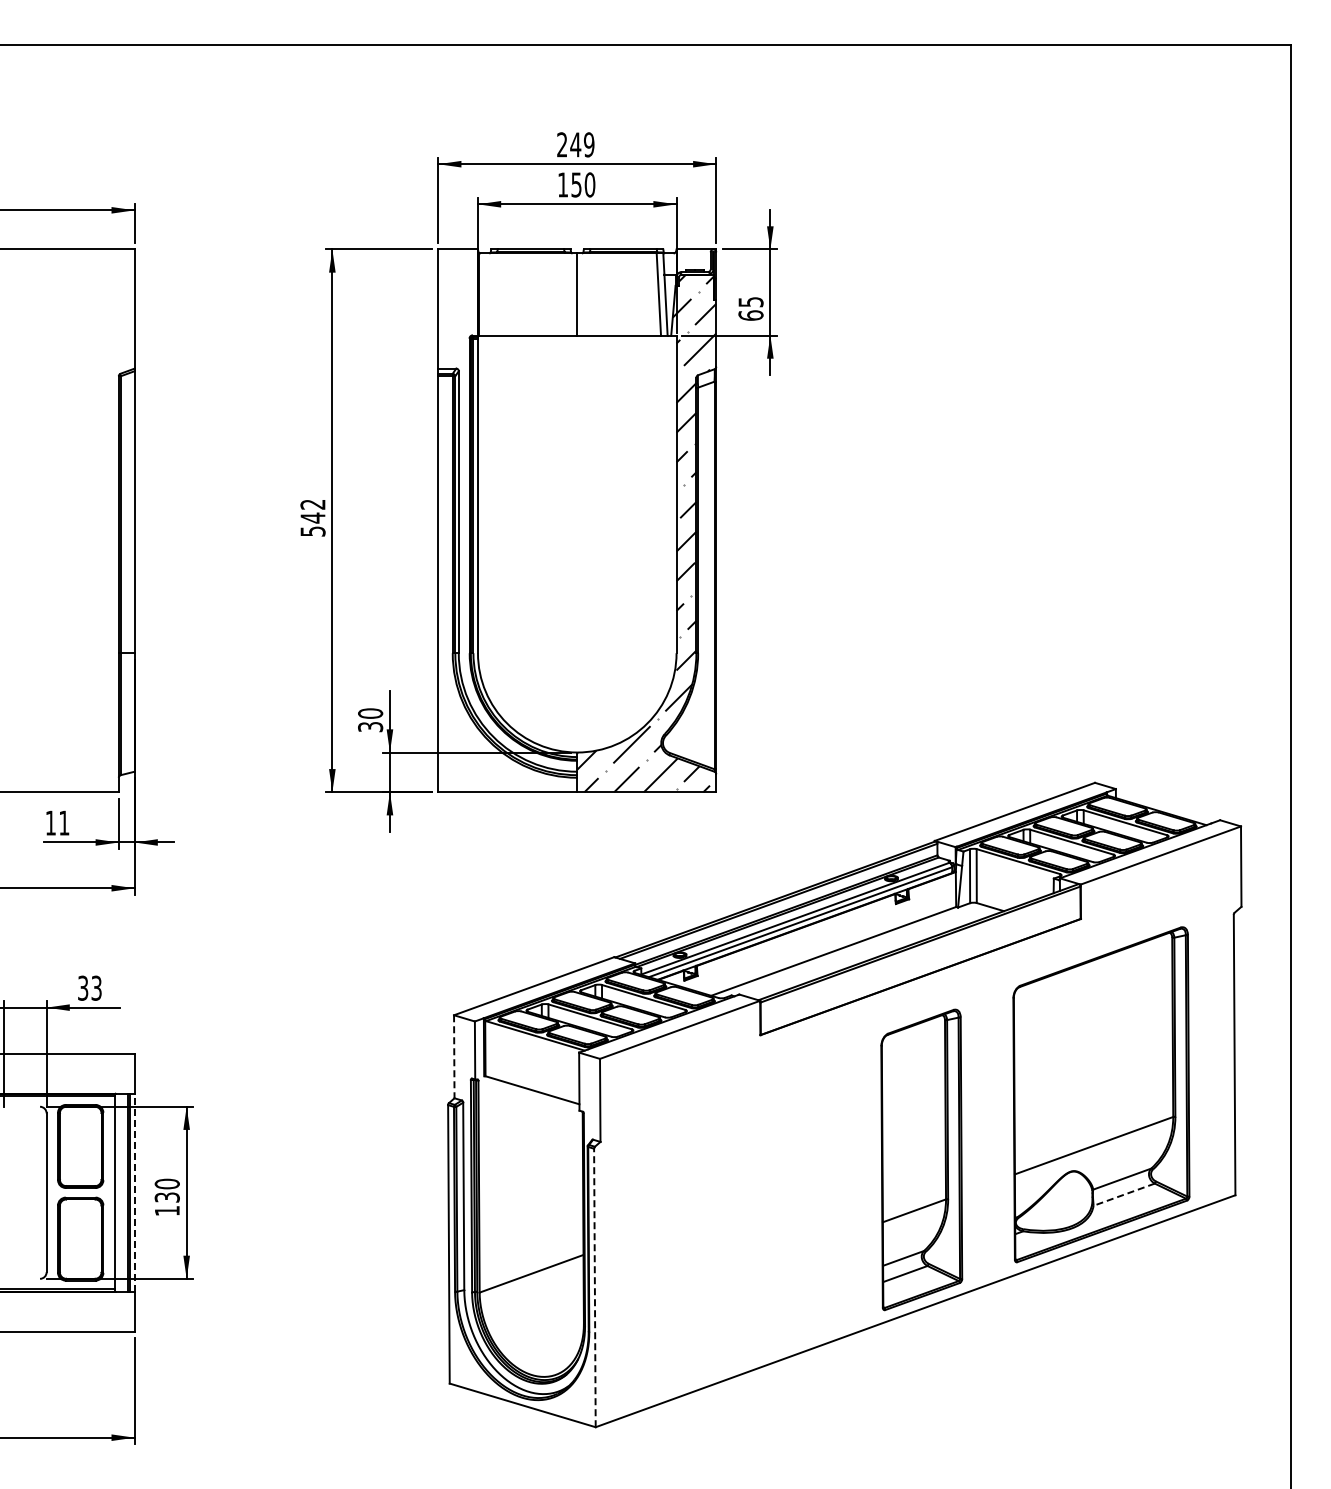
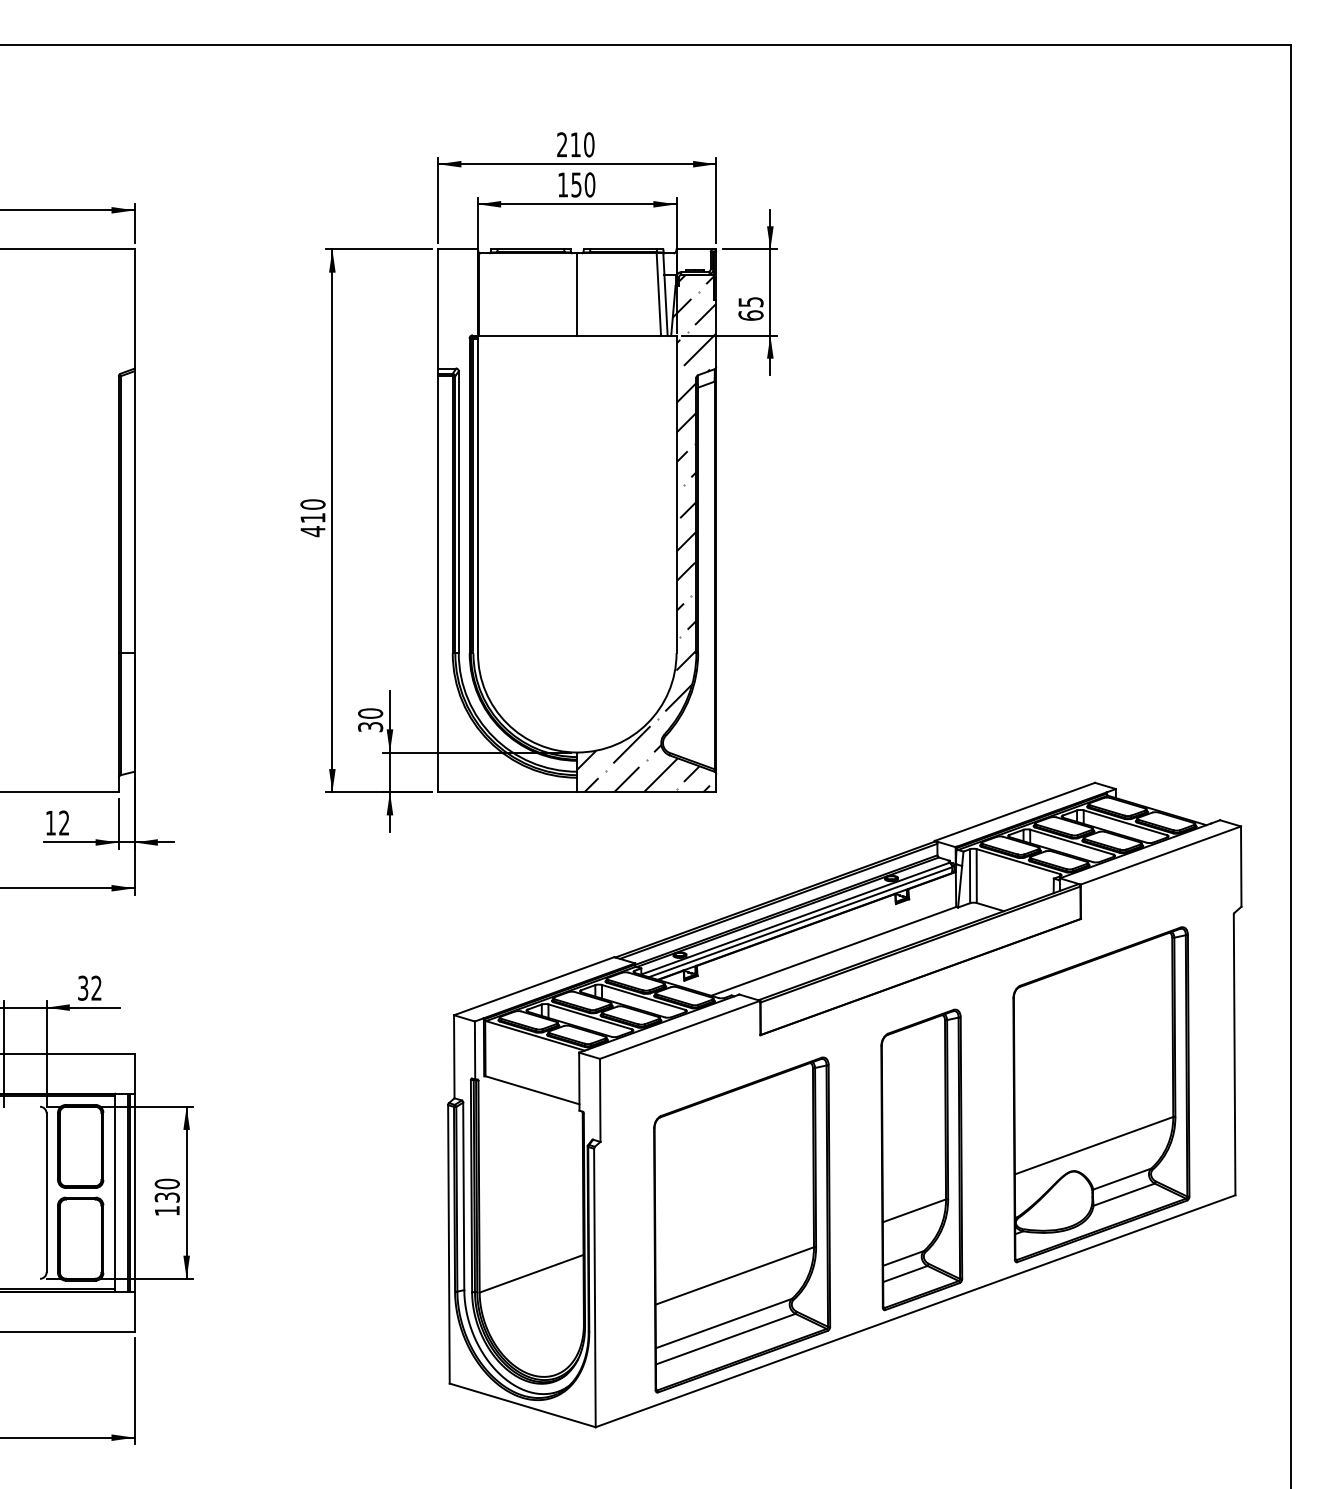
text at (582, 144): 249 -> 210
text at (312, 518): 542 -> 410
text at (64, 822): 11 -> 12
text at (96, 988): 33 -> 32
line at (454, 1056): dashed -> solid
line at (134, 1192): dashed -> solid
line at (1124, 1194): dashed -> solid
part at (742, 1224): none -> present
line at (594, 1287): dashed -> solid
